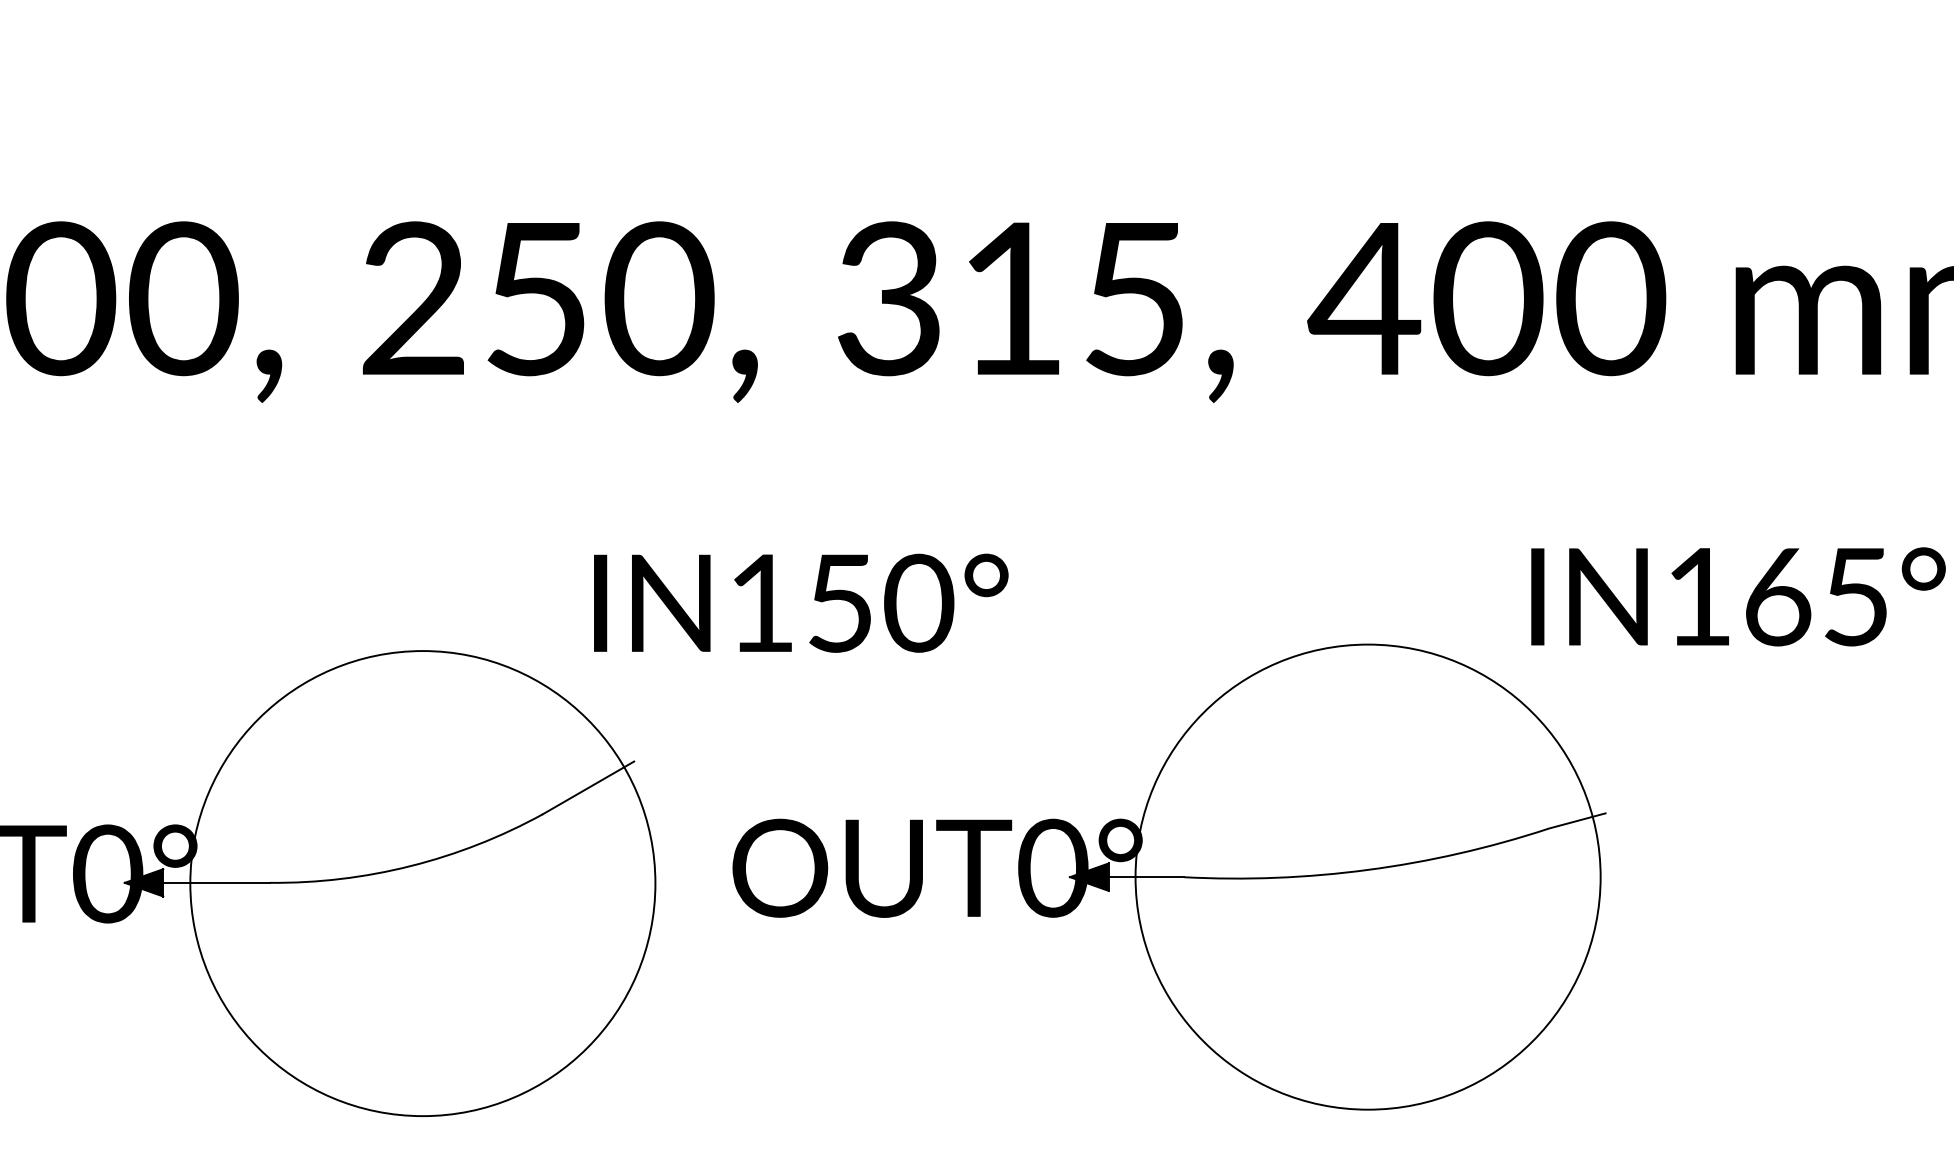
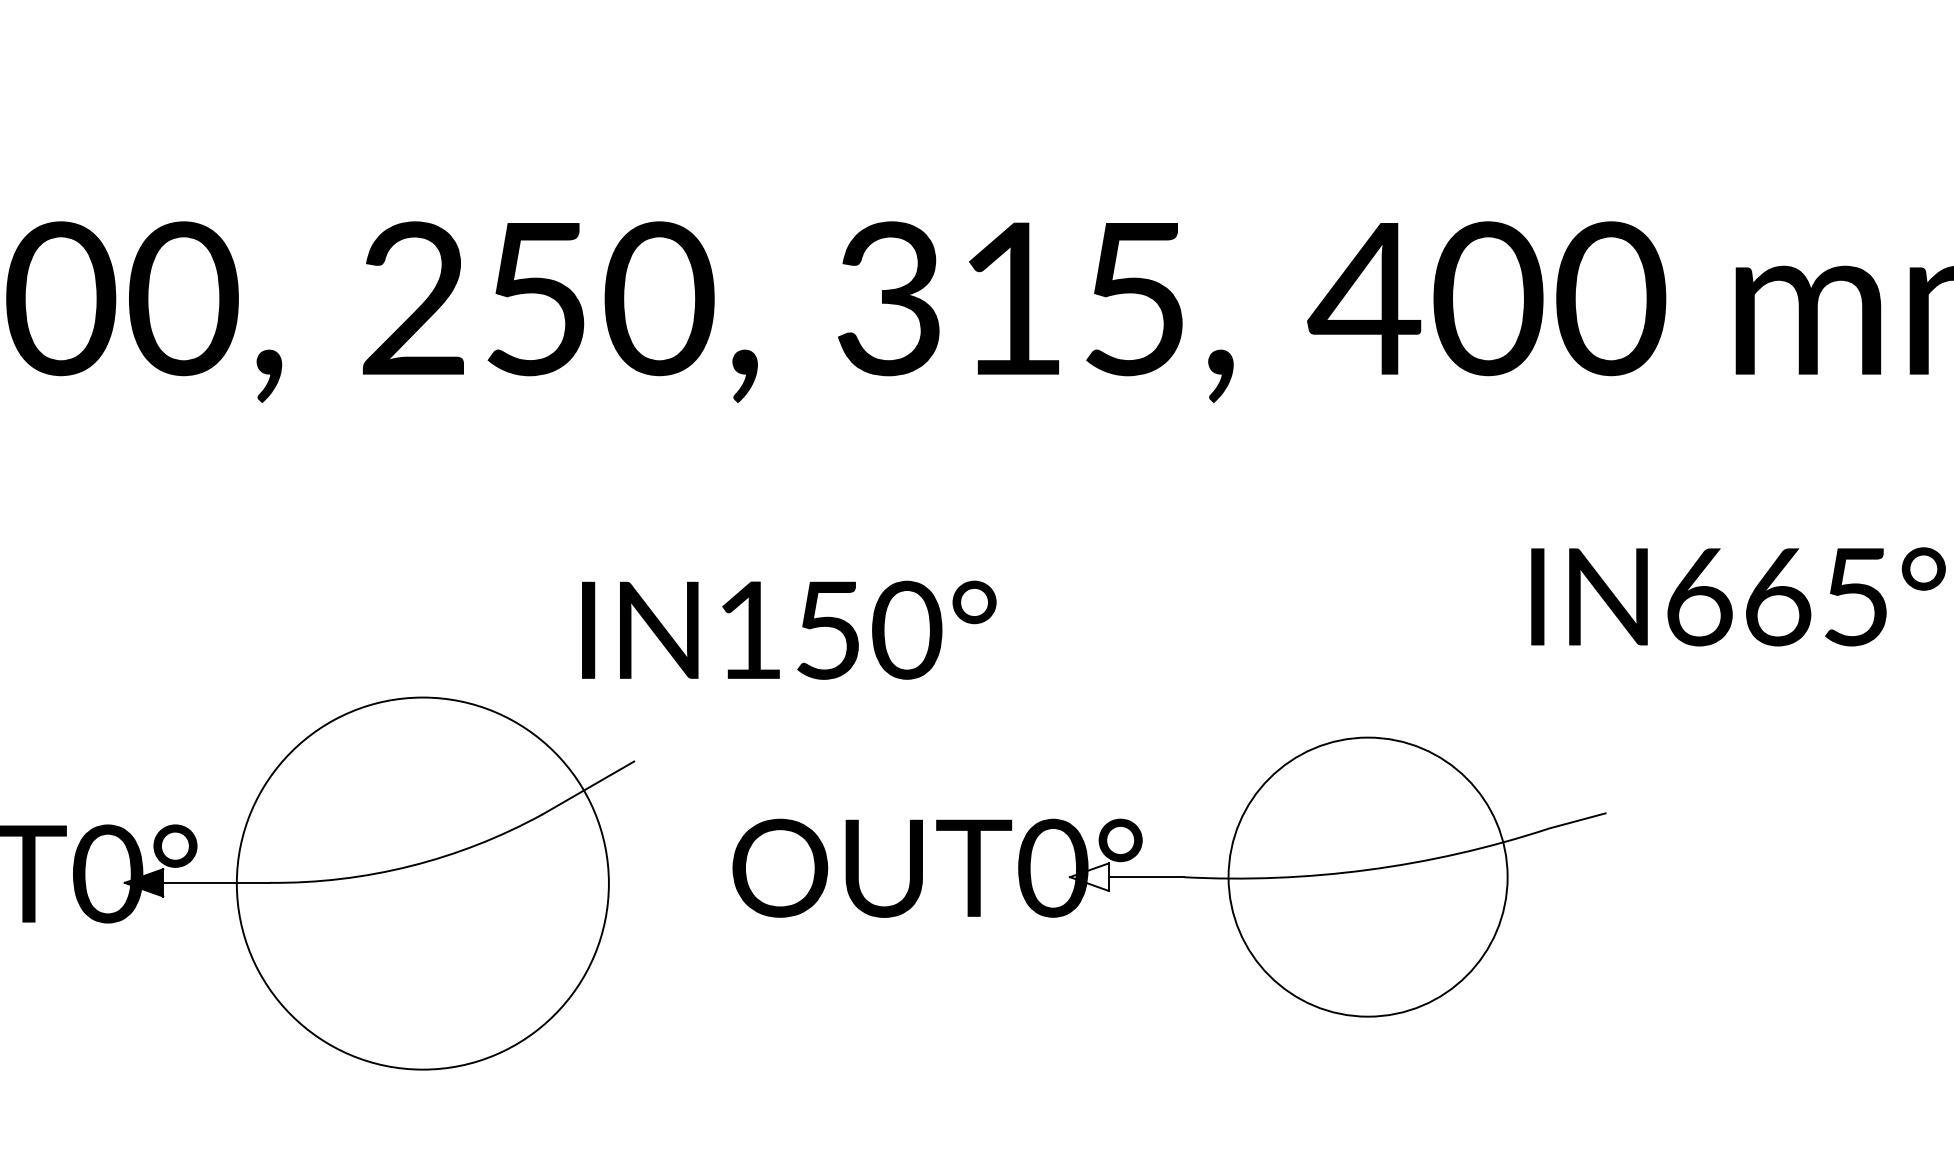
text at (1699, 597): IN165° -> IN665°
text at (801, 602) position: (801, 602) -> (789, 629)
fill at (1088, 876): present -> none
circle at (1367, 876) diameter: 465 px -> 279 px
circle at (422, 883) diameter: 465 px -> 372 px
